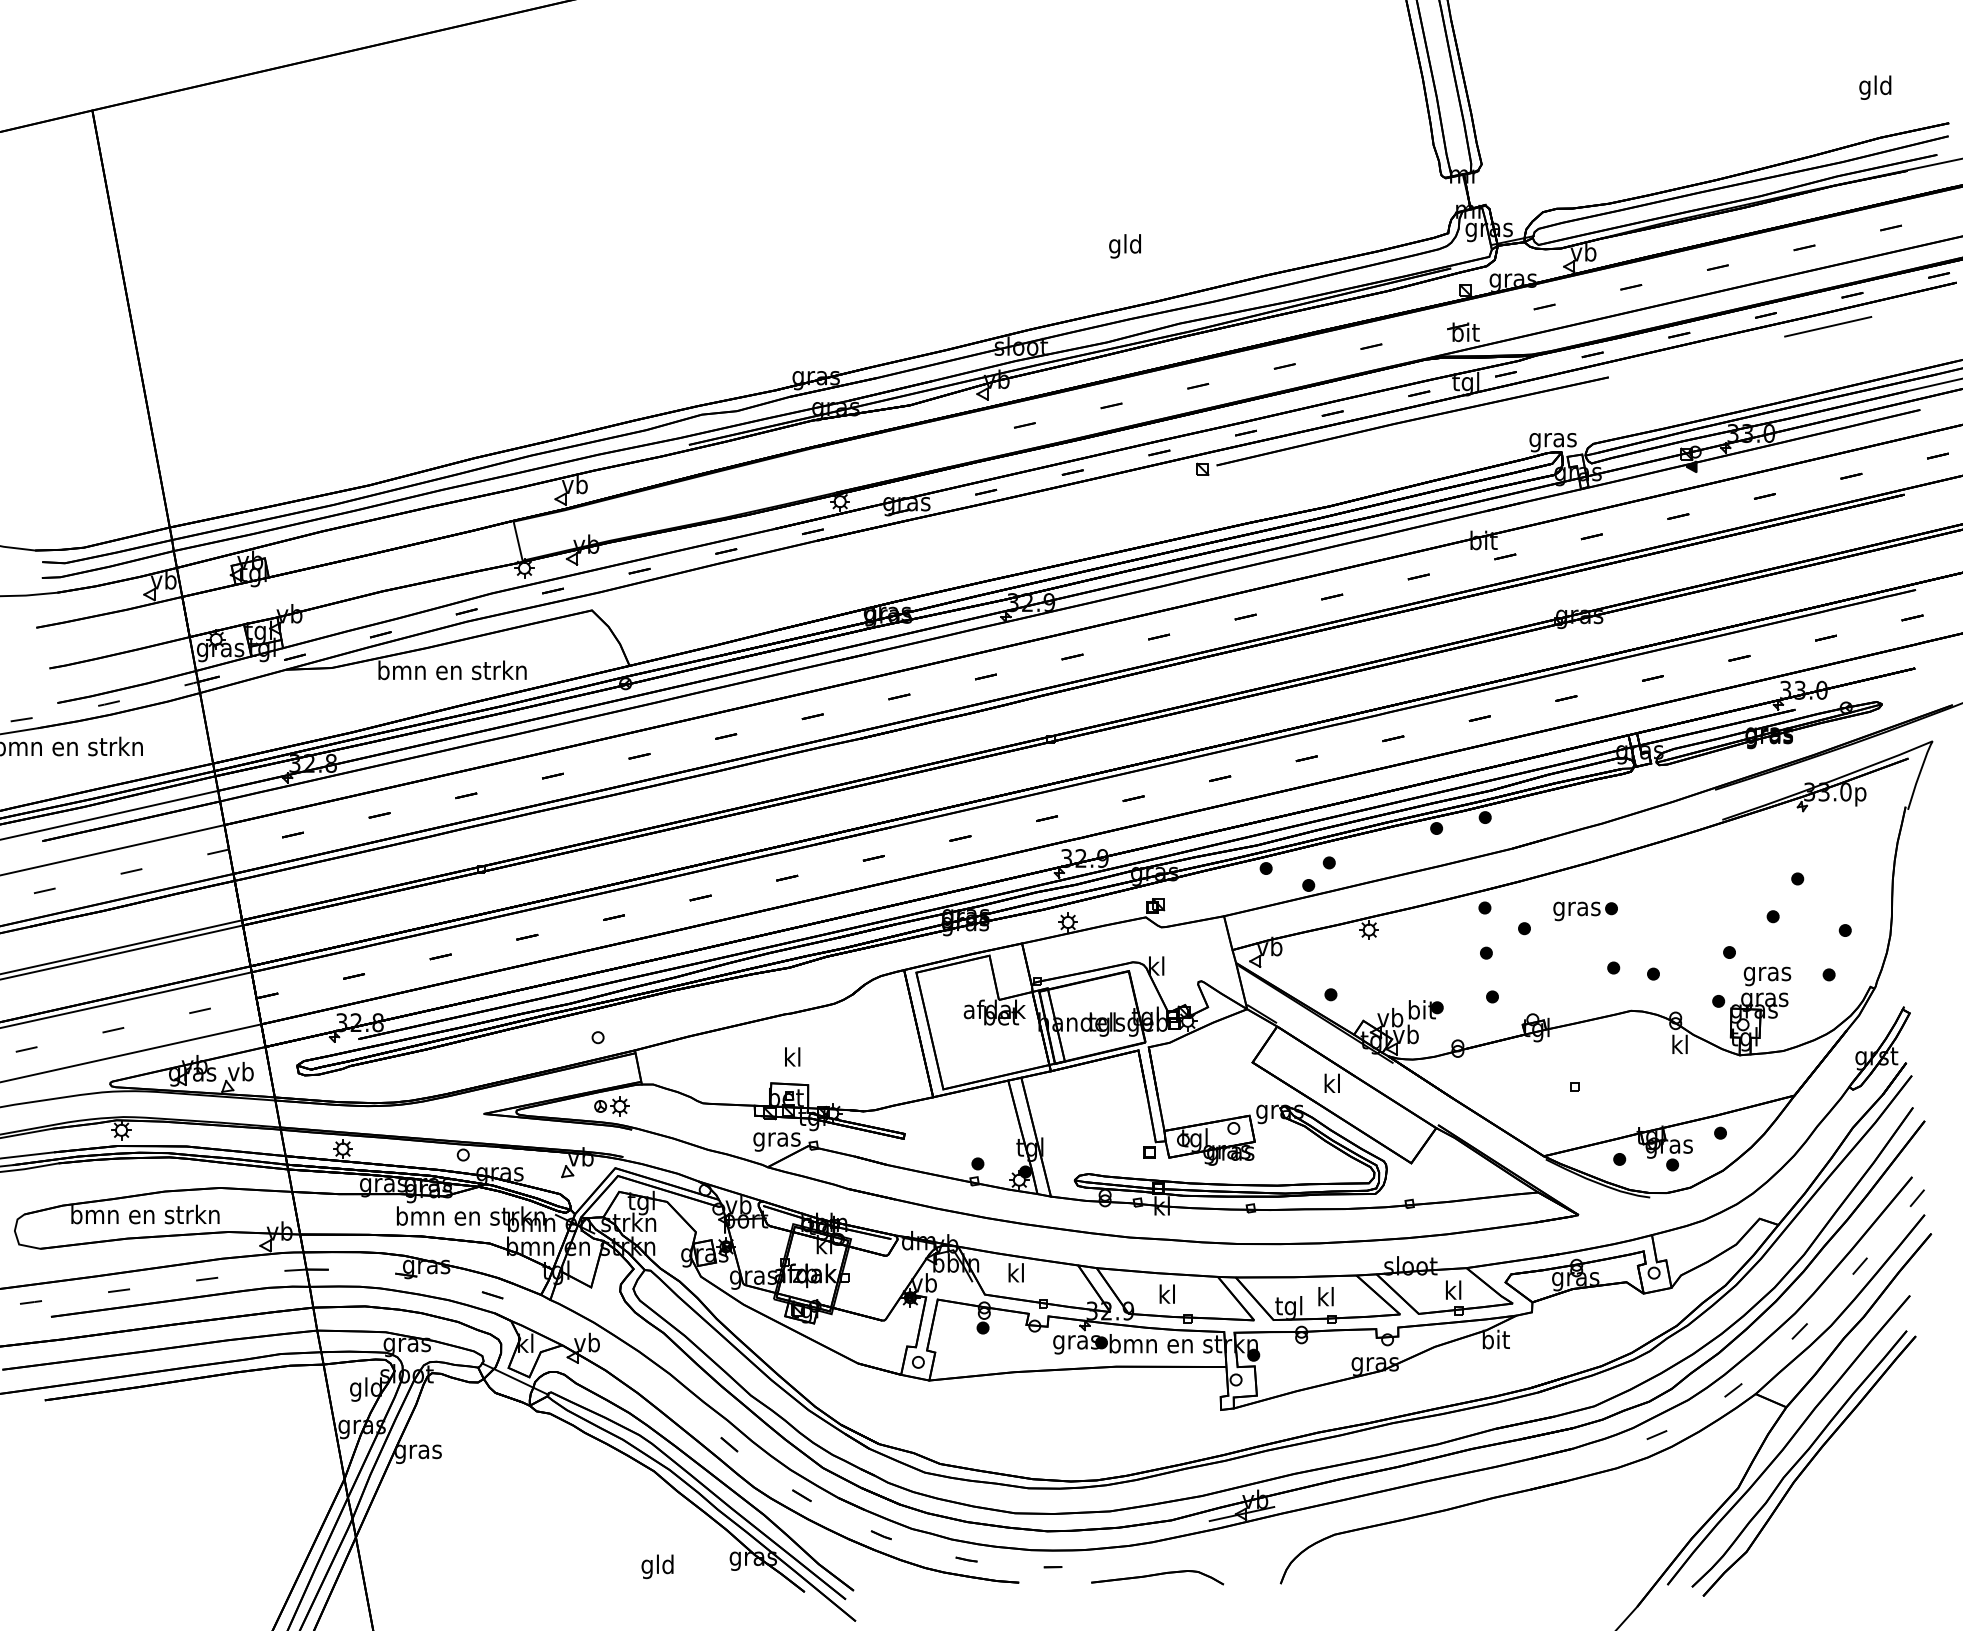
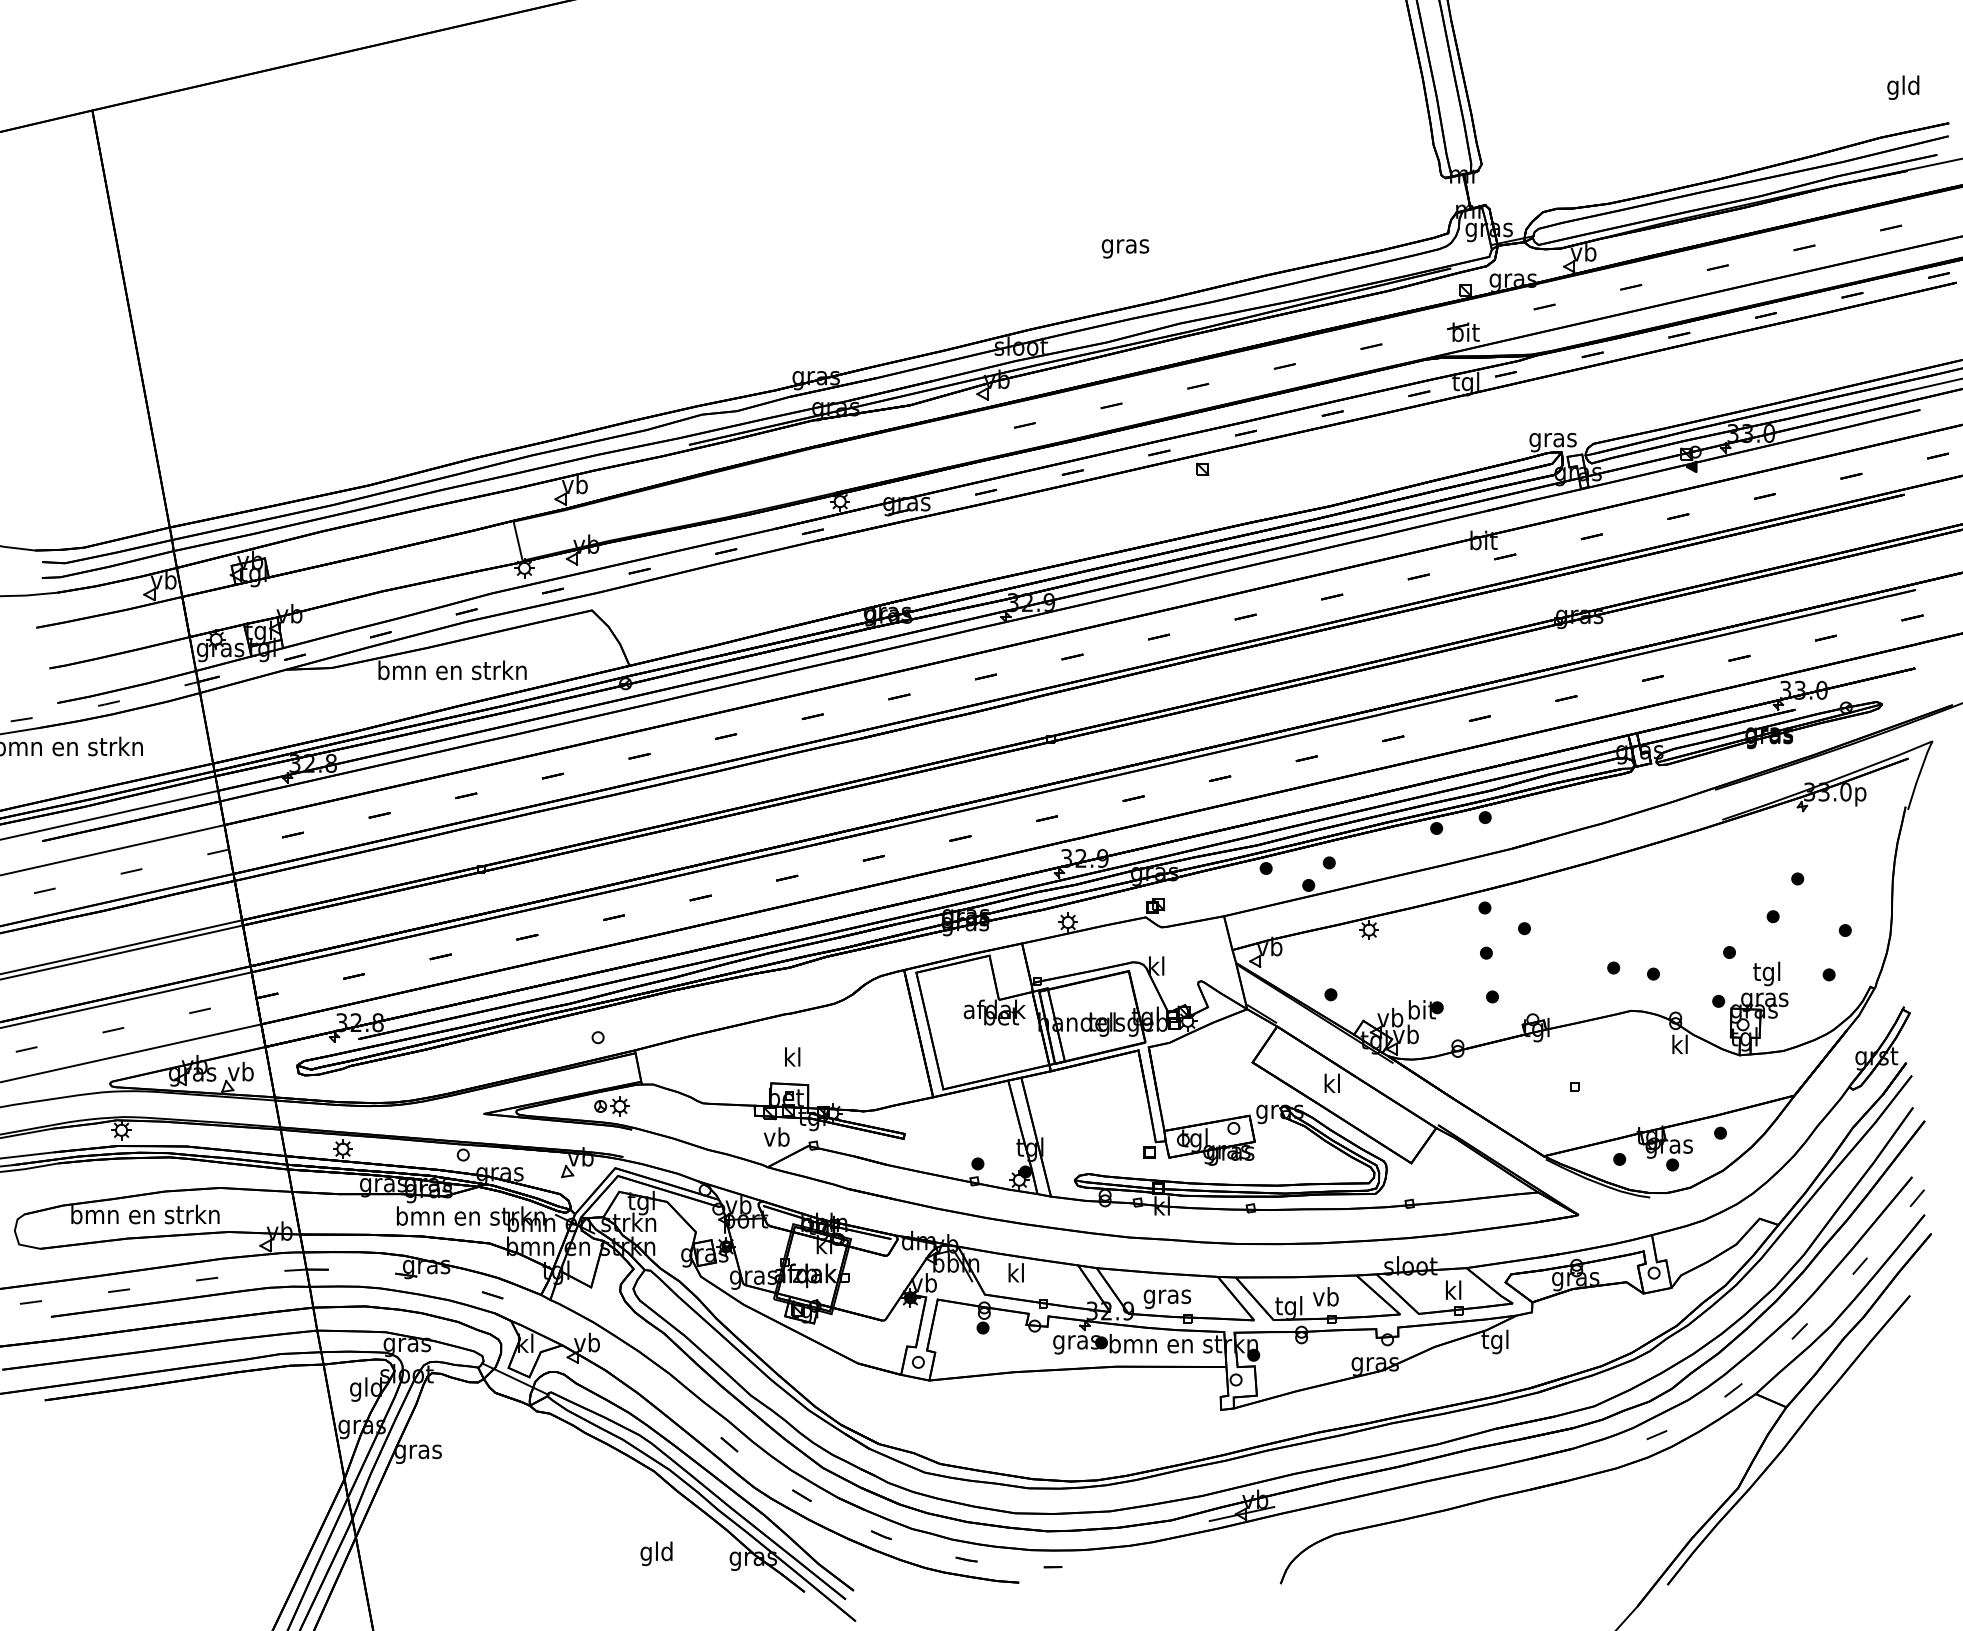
text at (1875, 87) position: (1875, 87) -> (1903, 87)
text at (1125, 246): gld -> gras
line at (1828, 326): present -> none
part at (1412, 421): present -> none
part at (1585, 911): present -> none
text at (1767, 973): gras -> tgl
text at (776, 1139): gras -> vb
text at (1167, 1296): kl -> gras
text at (1325, 1296): kl -> vb
text at (1495, 1341): bit -> tgl
part at (1803, 1463): present -> none
text at (657, 1566) position: (657, 1566) -> (656, 1553)
part at (1157, 1577): present -> none
